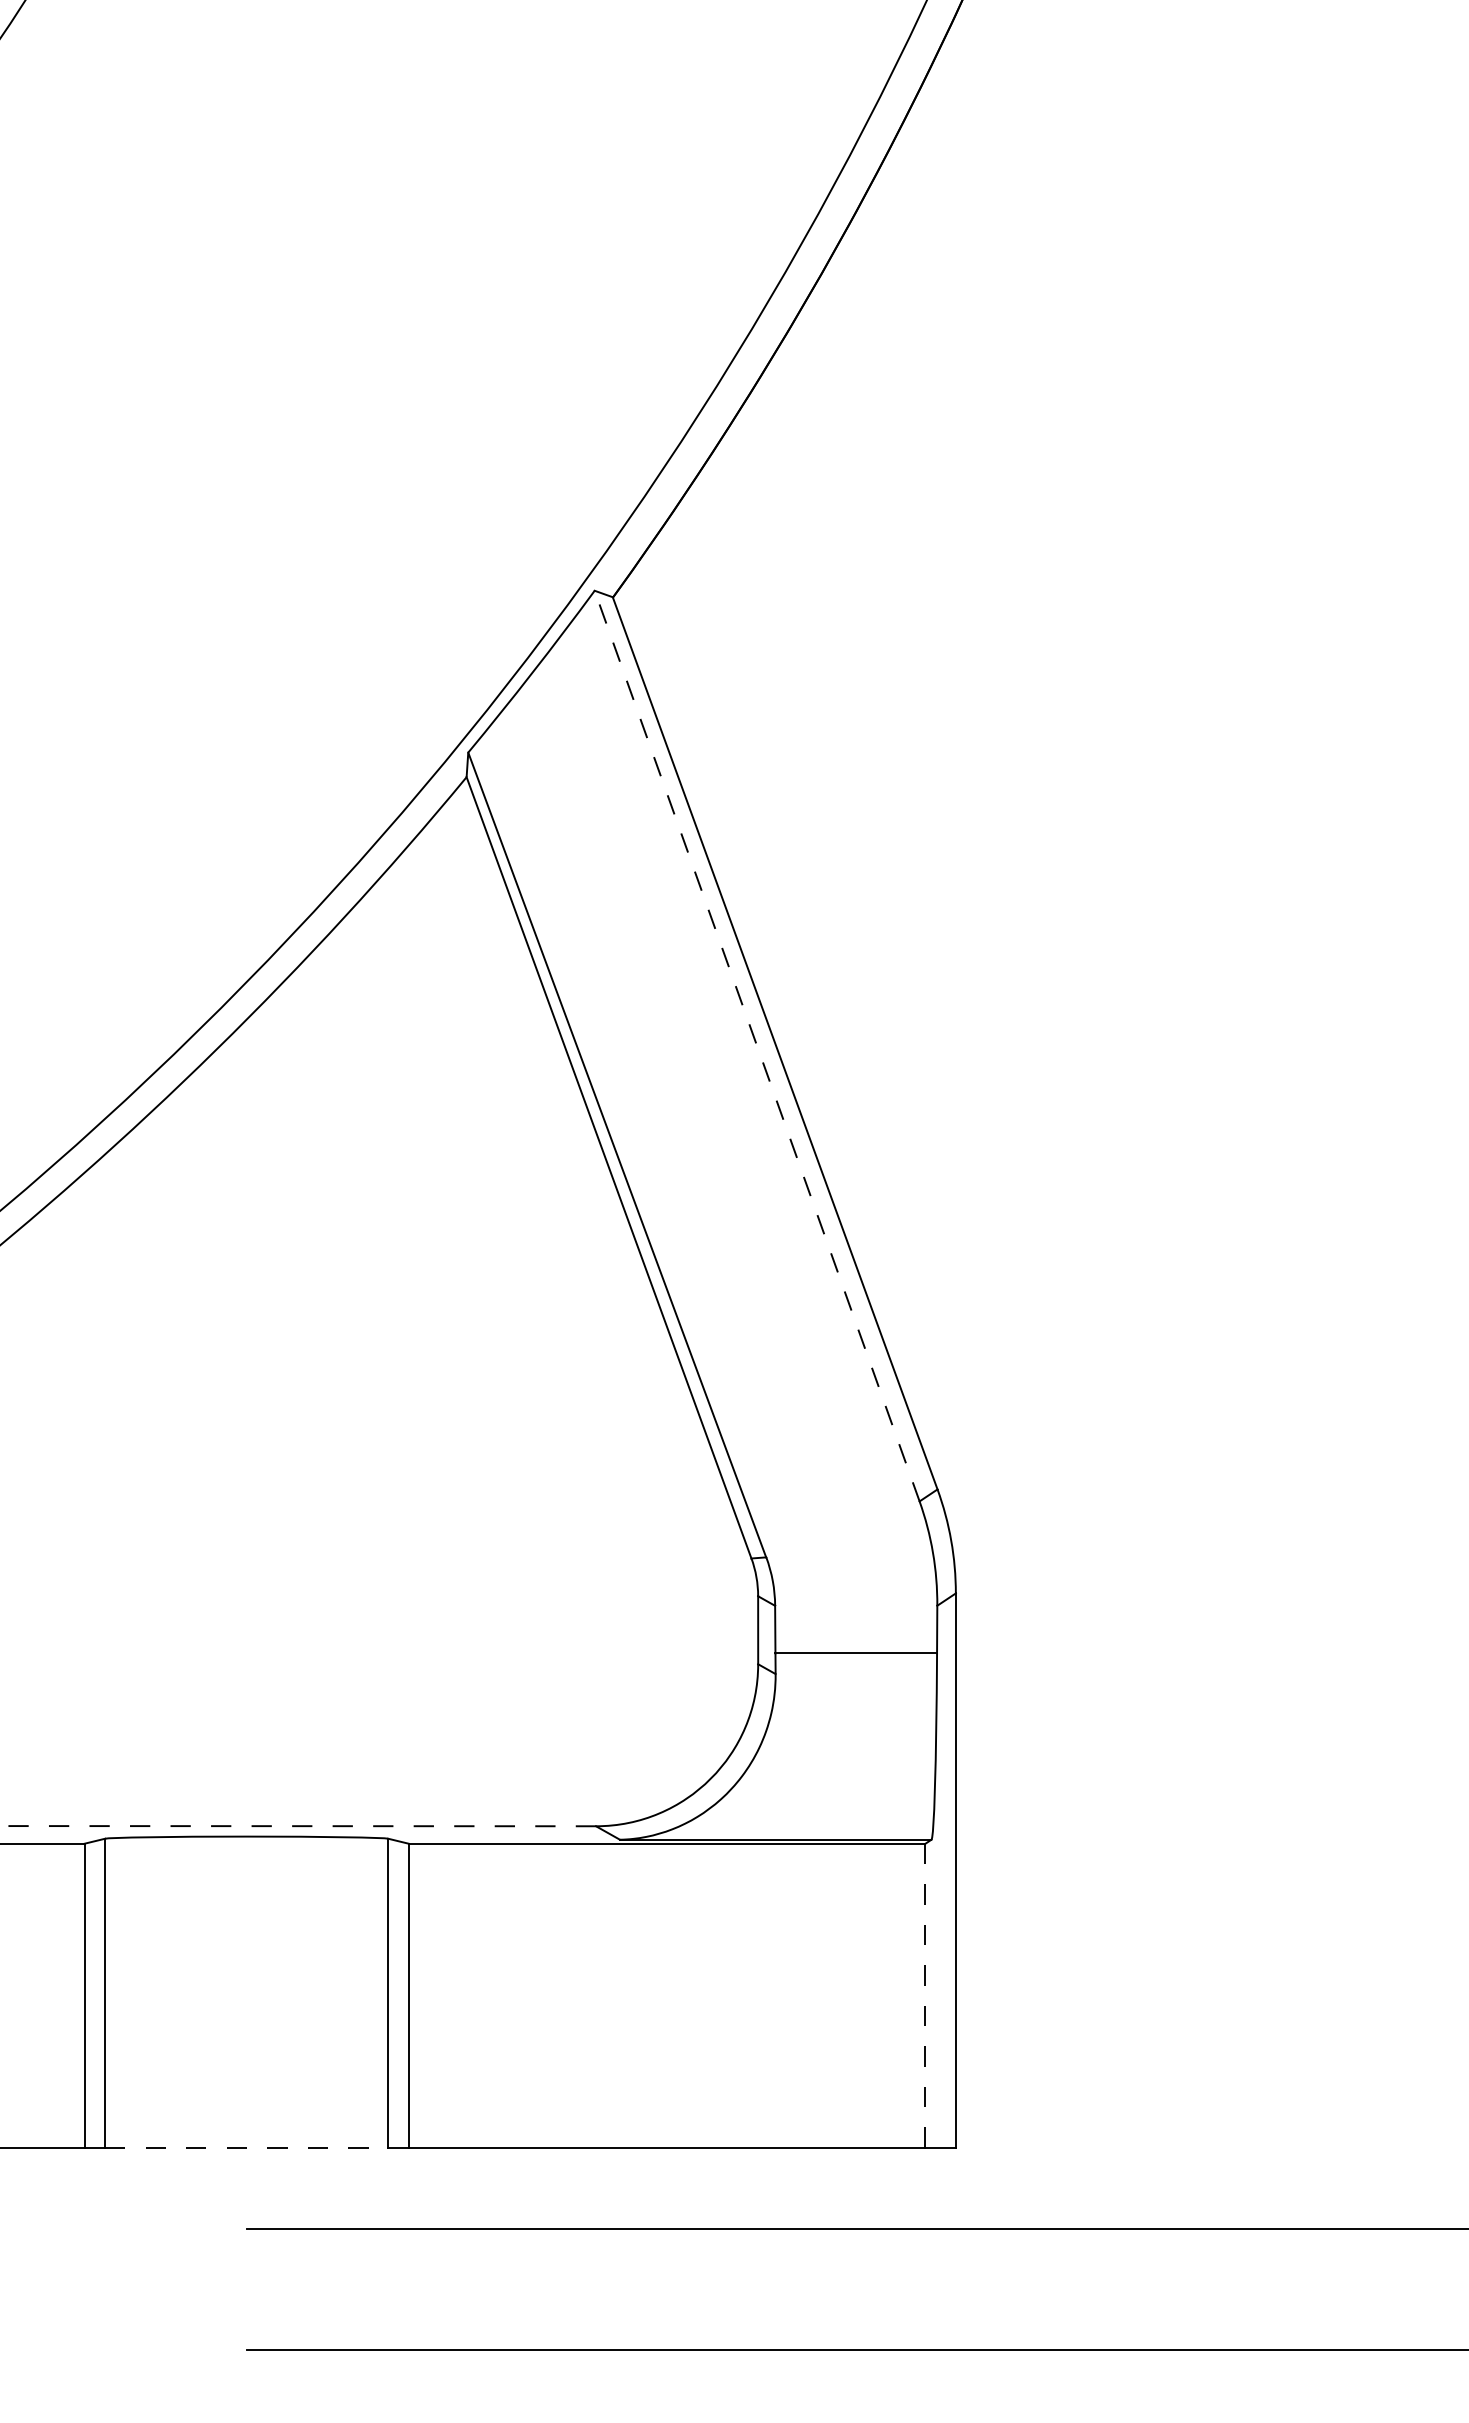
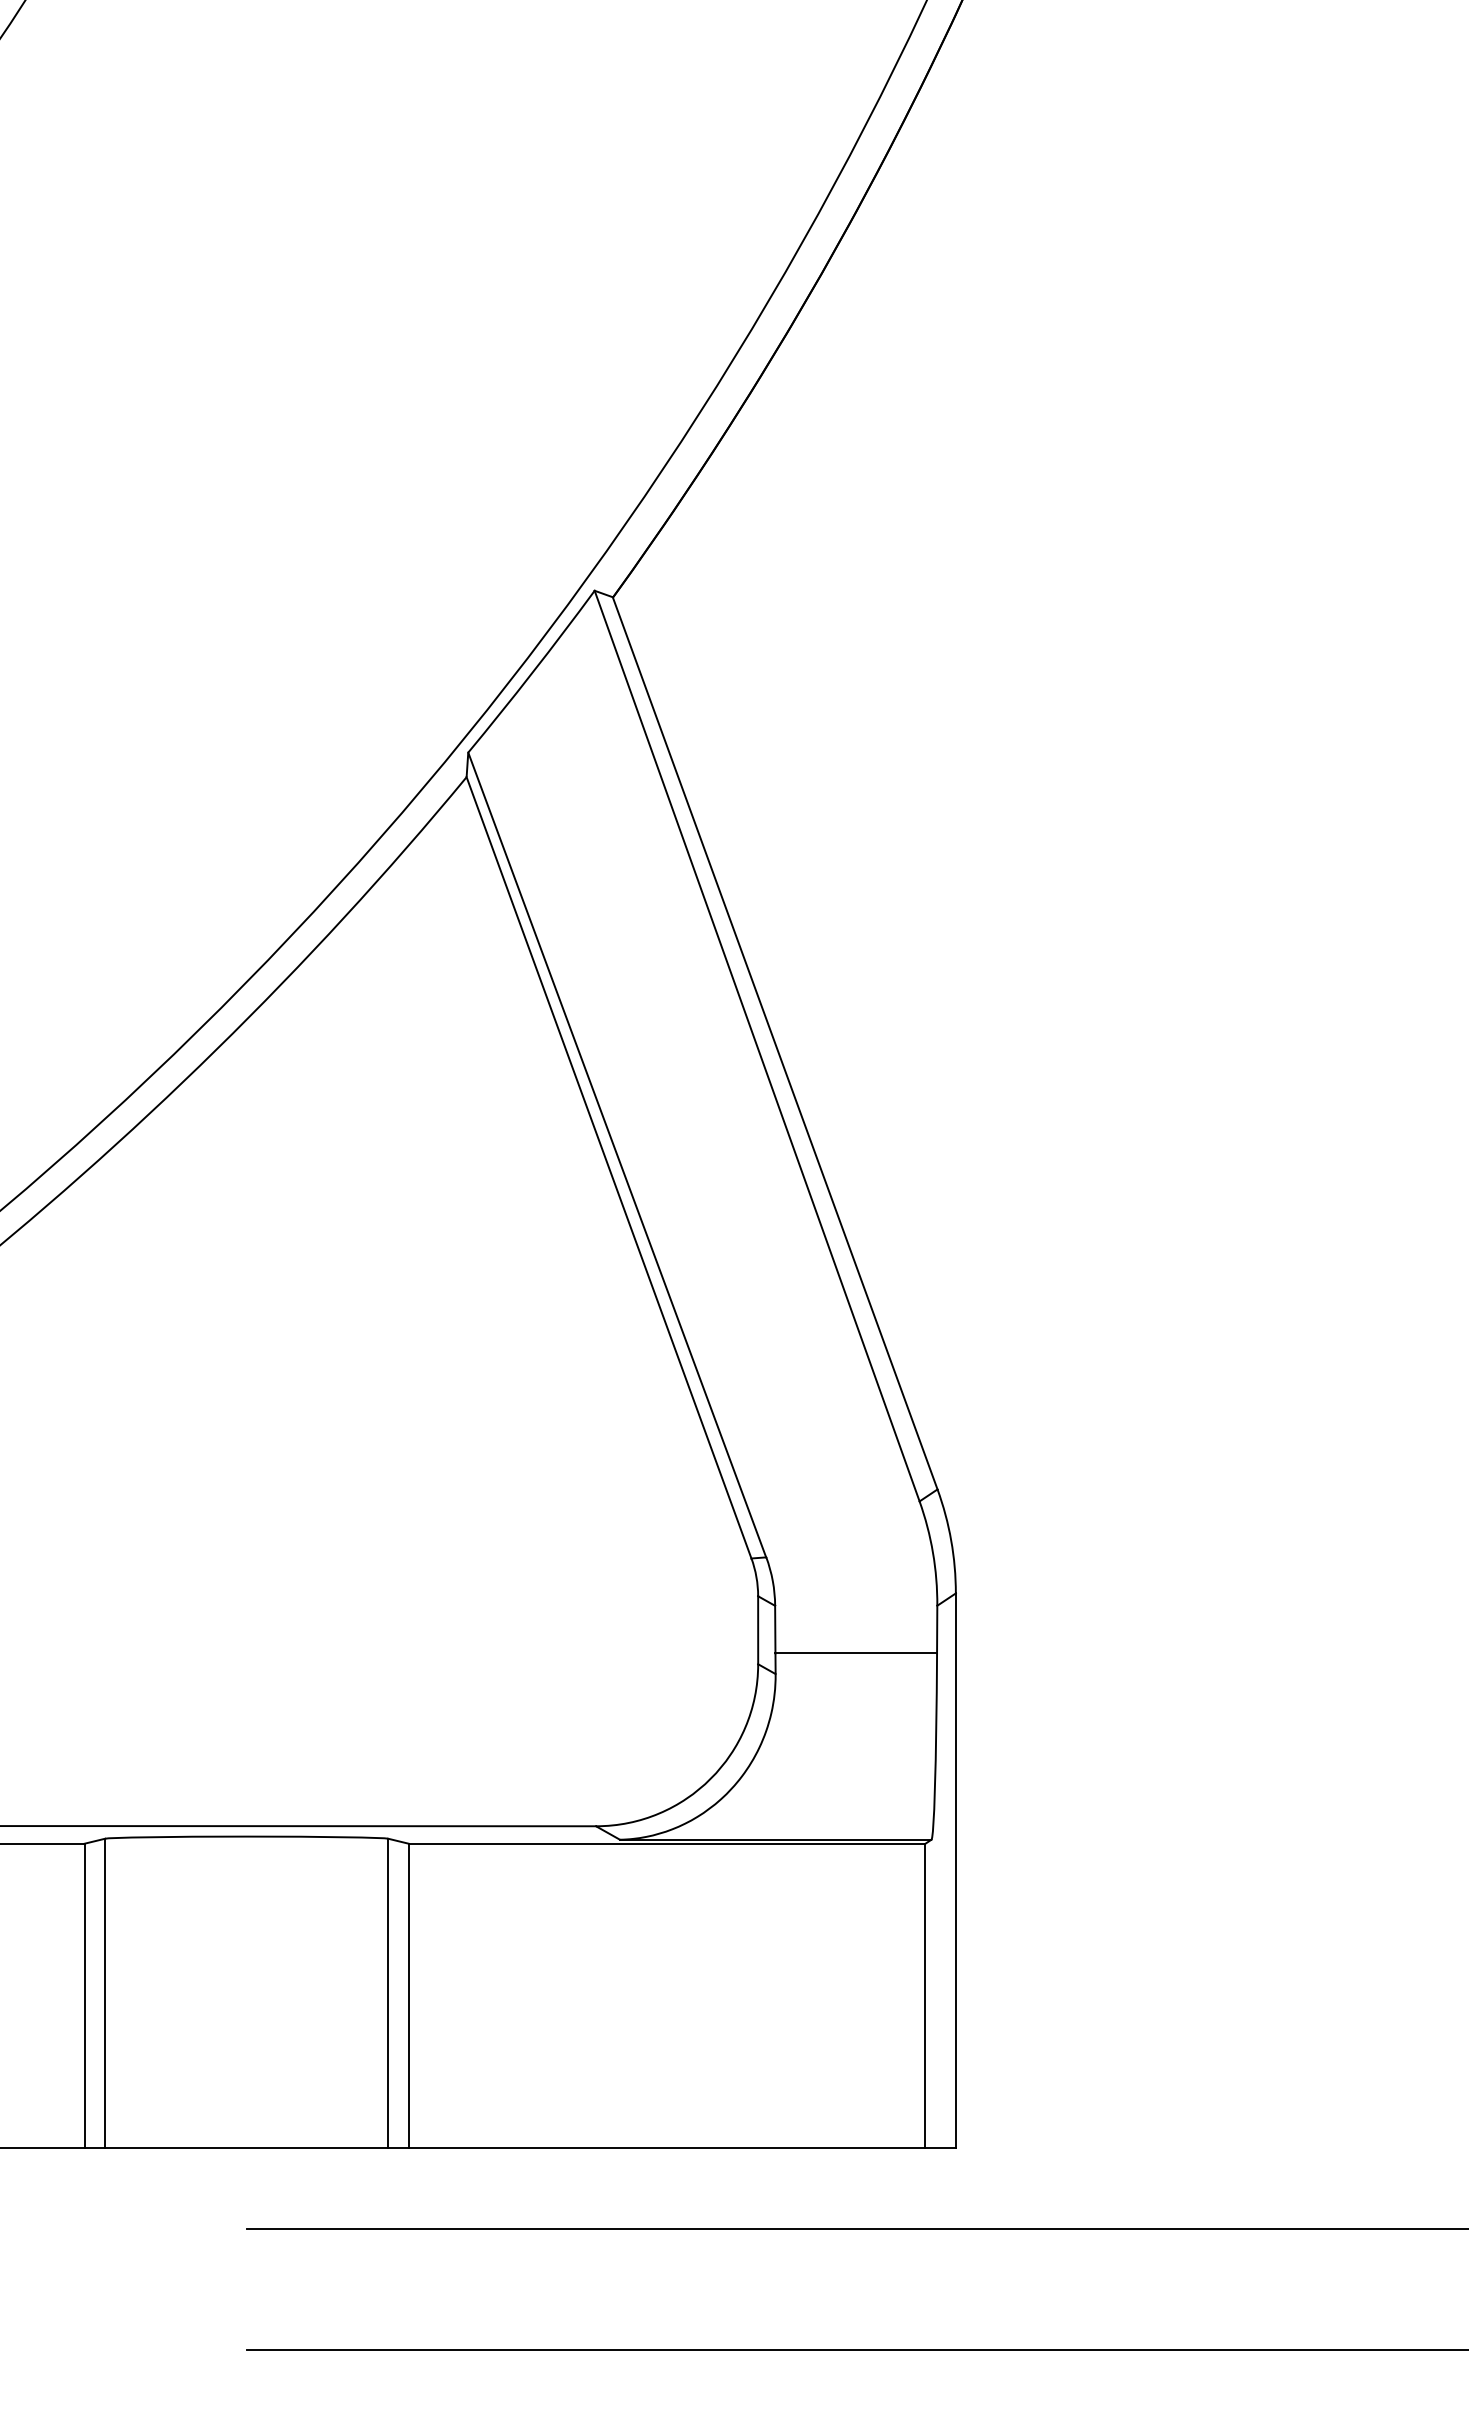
line at (756, 1045): dashed -> solid
line at (298, 1826): dashed -> solid
line at (925, 1995): dashed -> solid
line at (246, 2147): dashed -> solid
